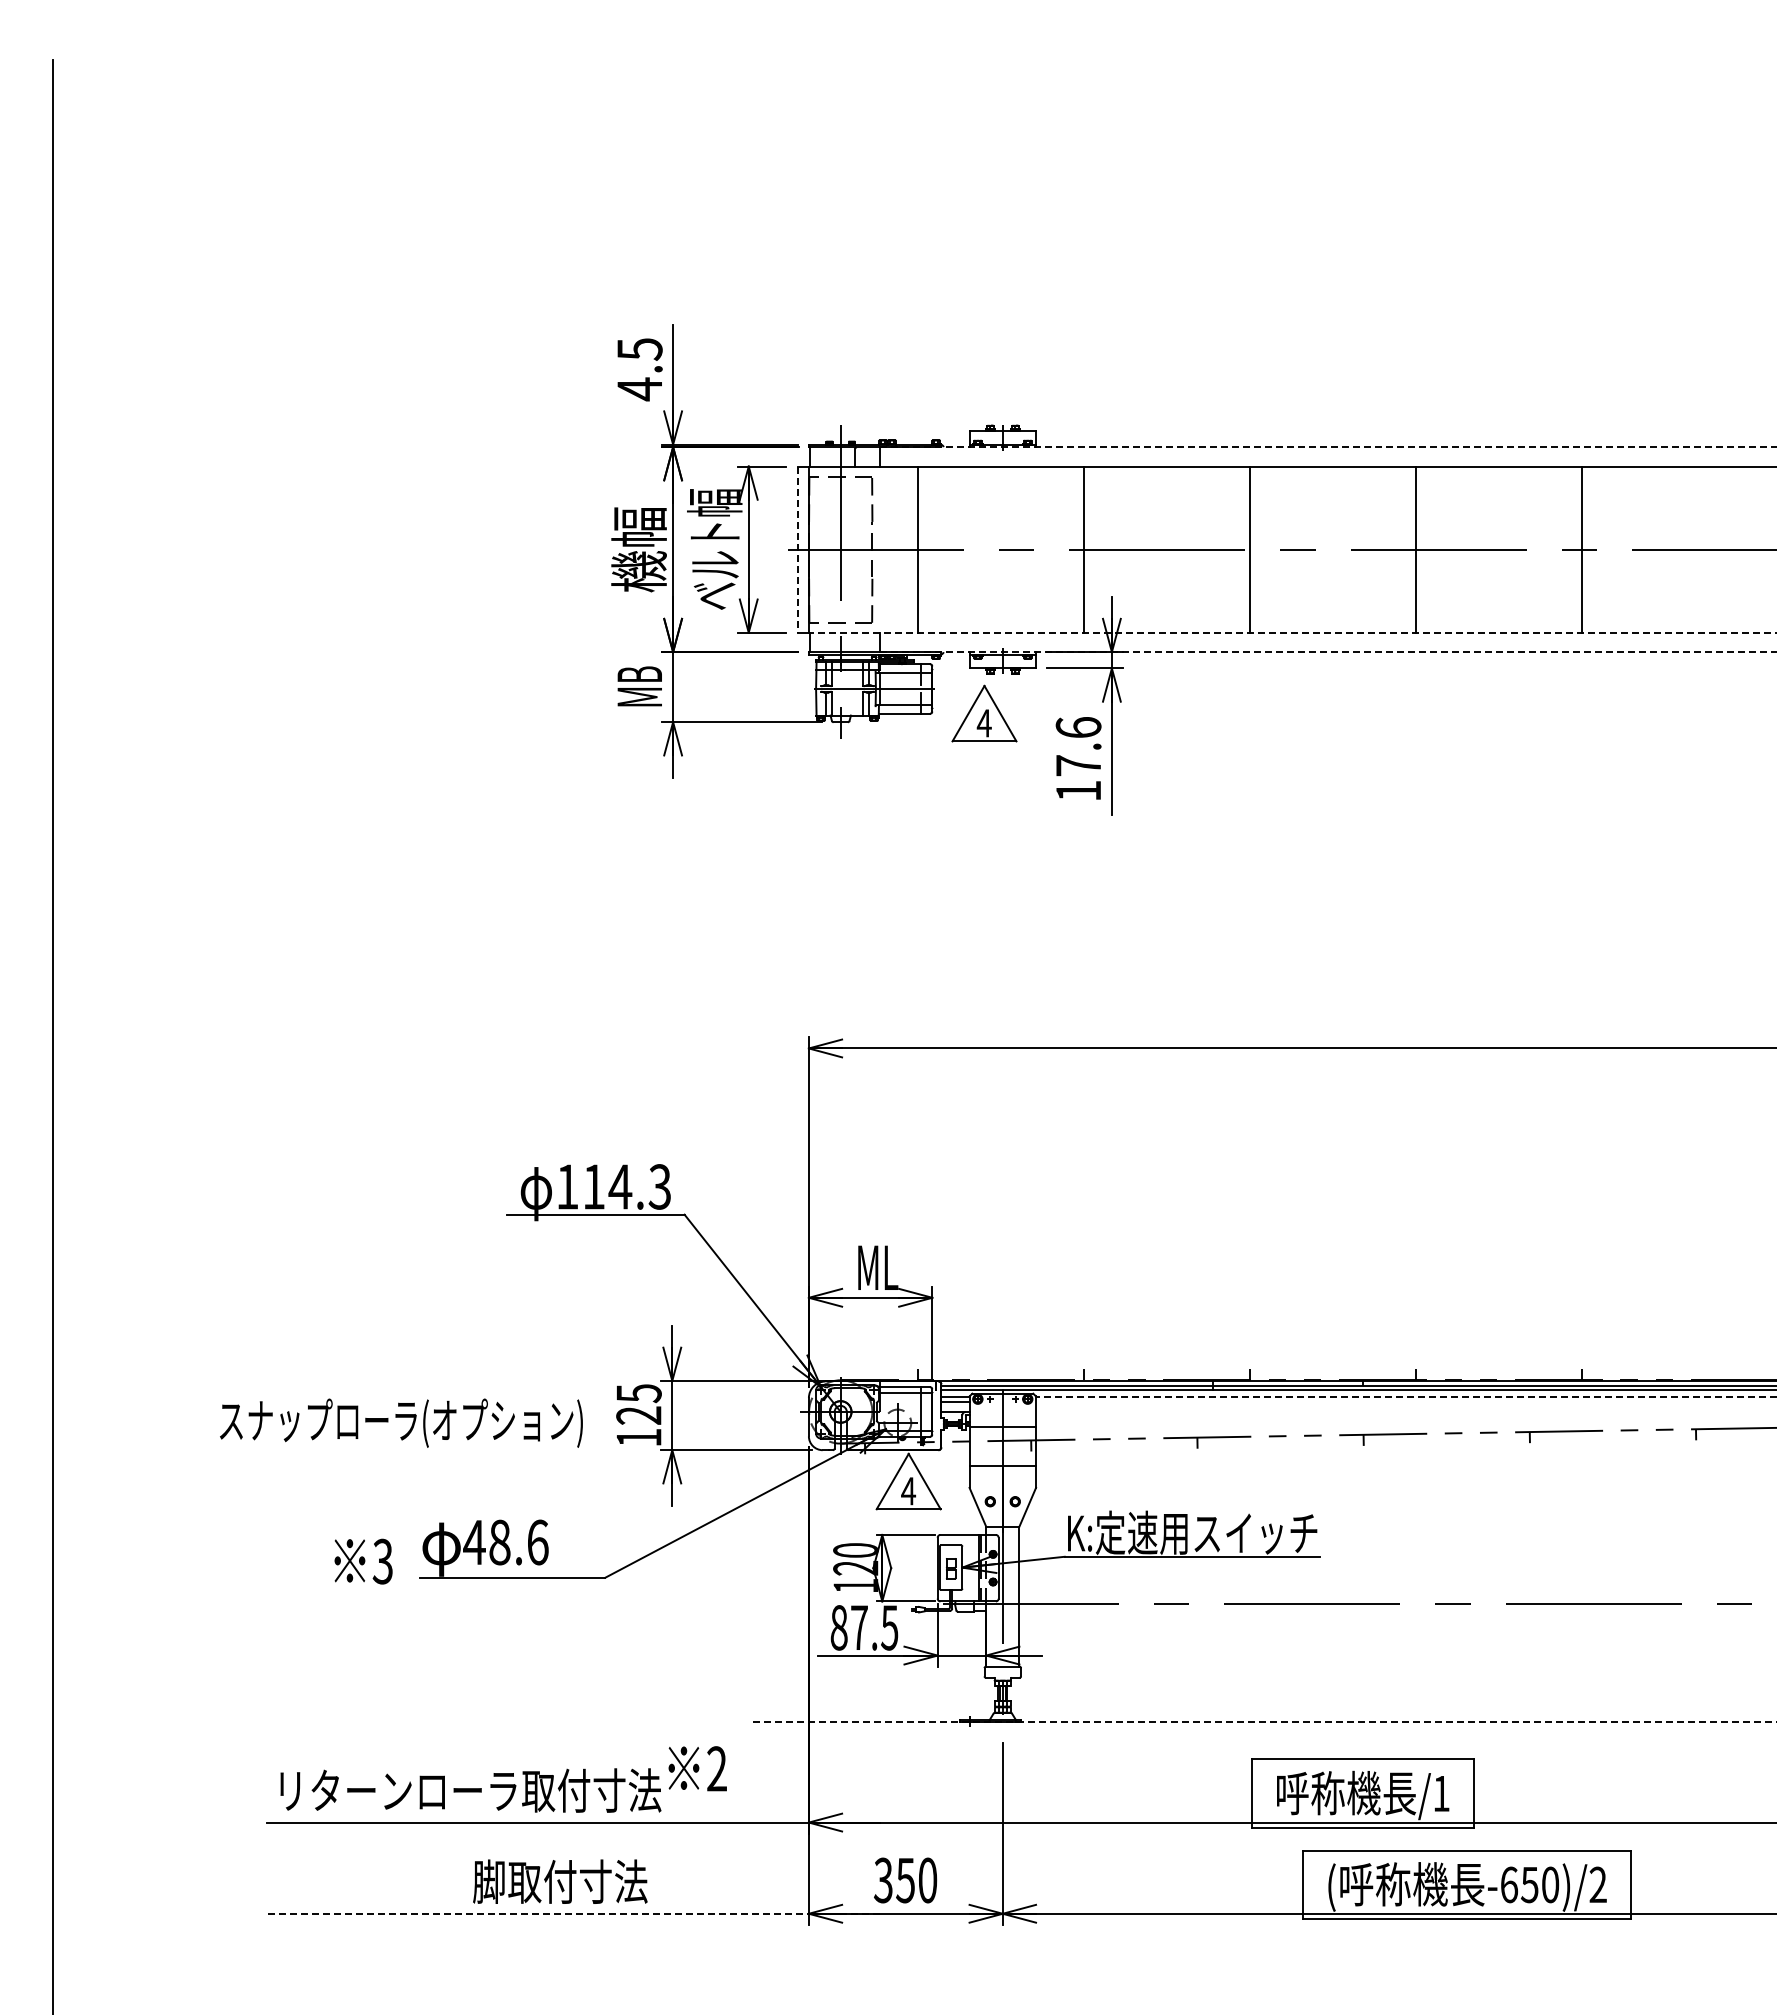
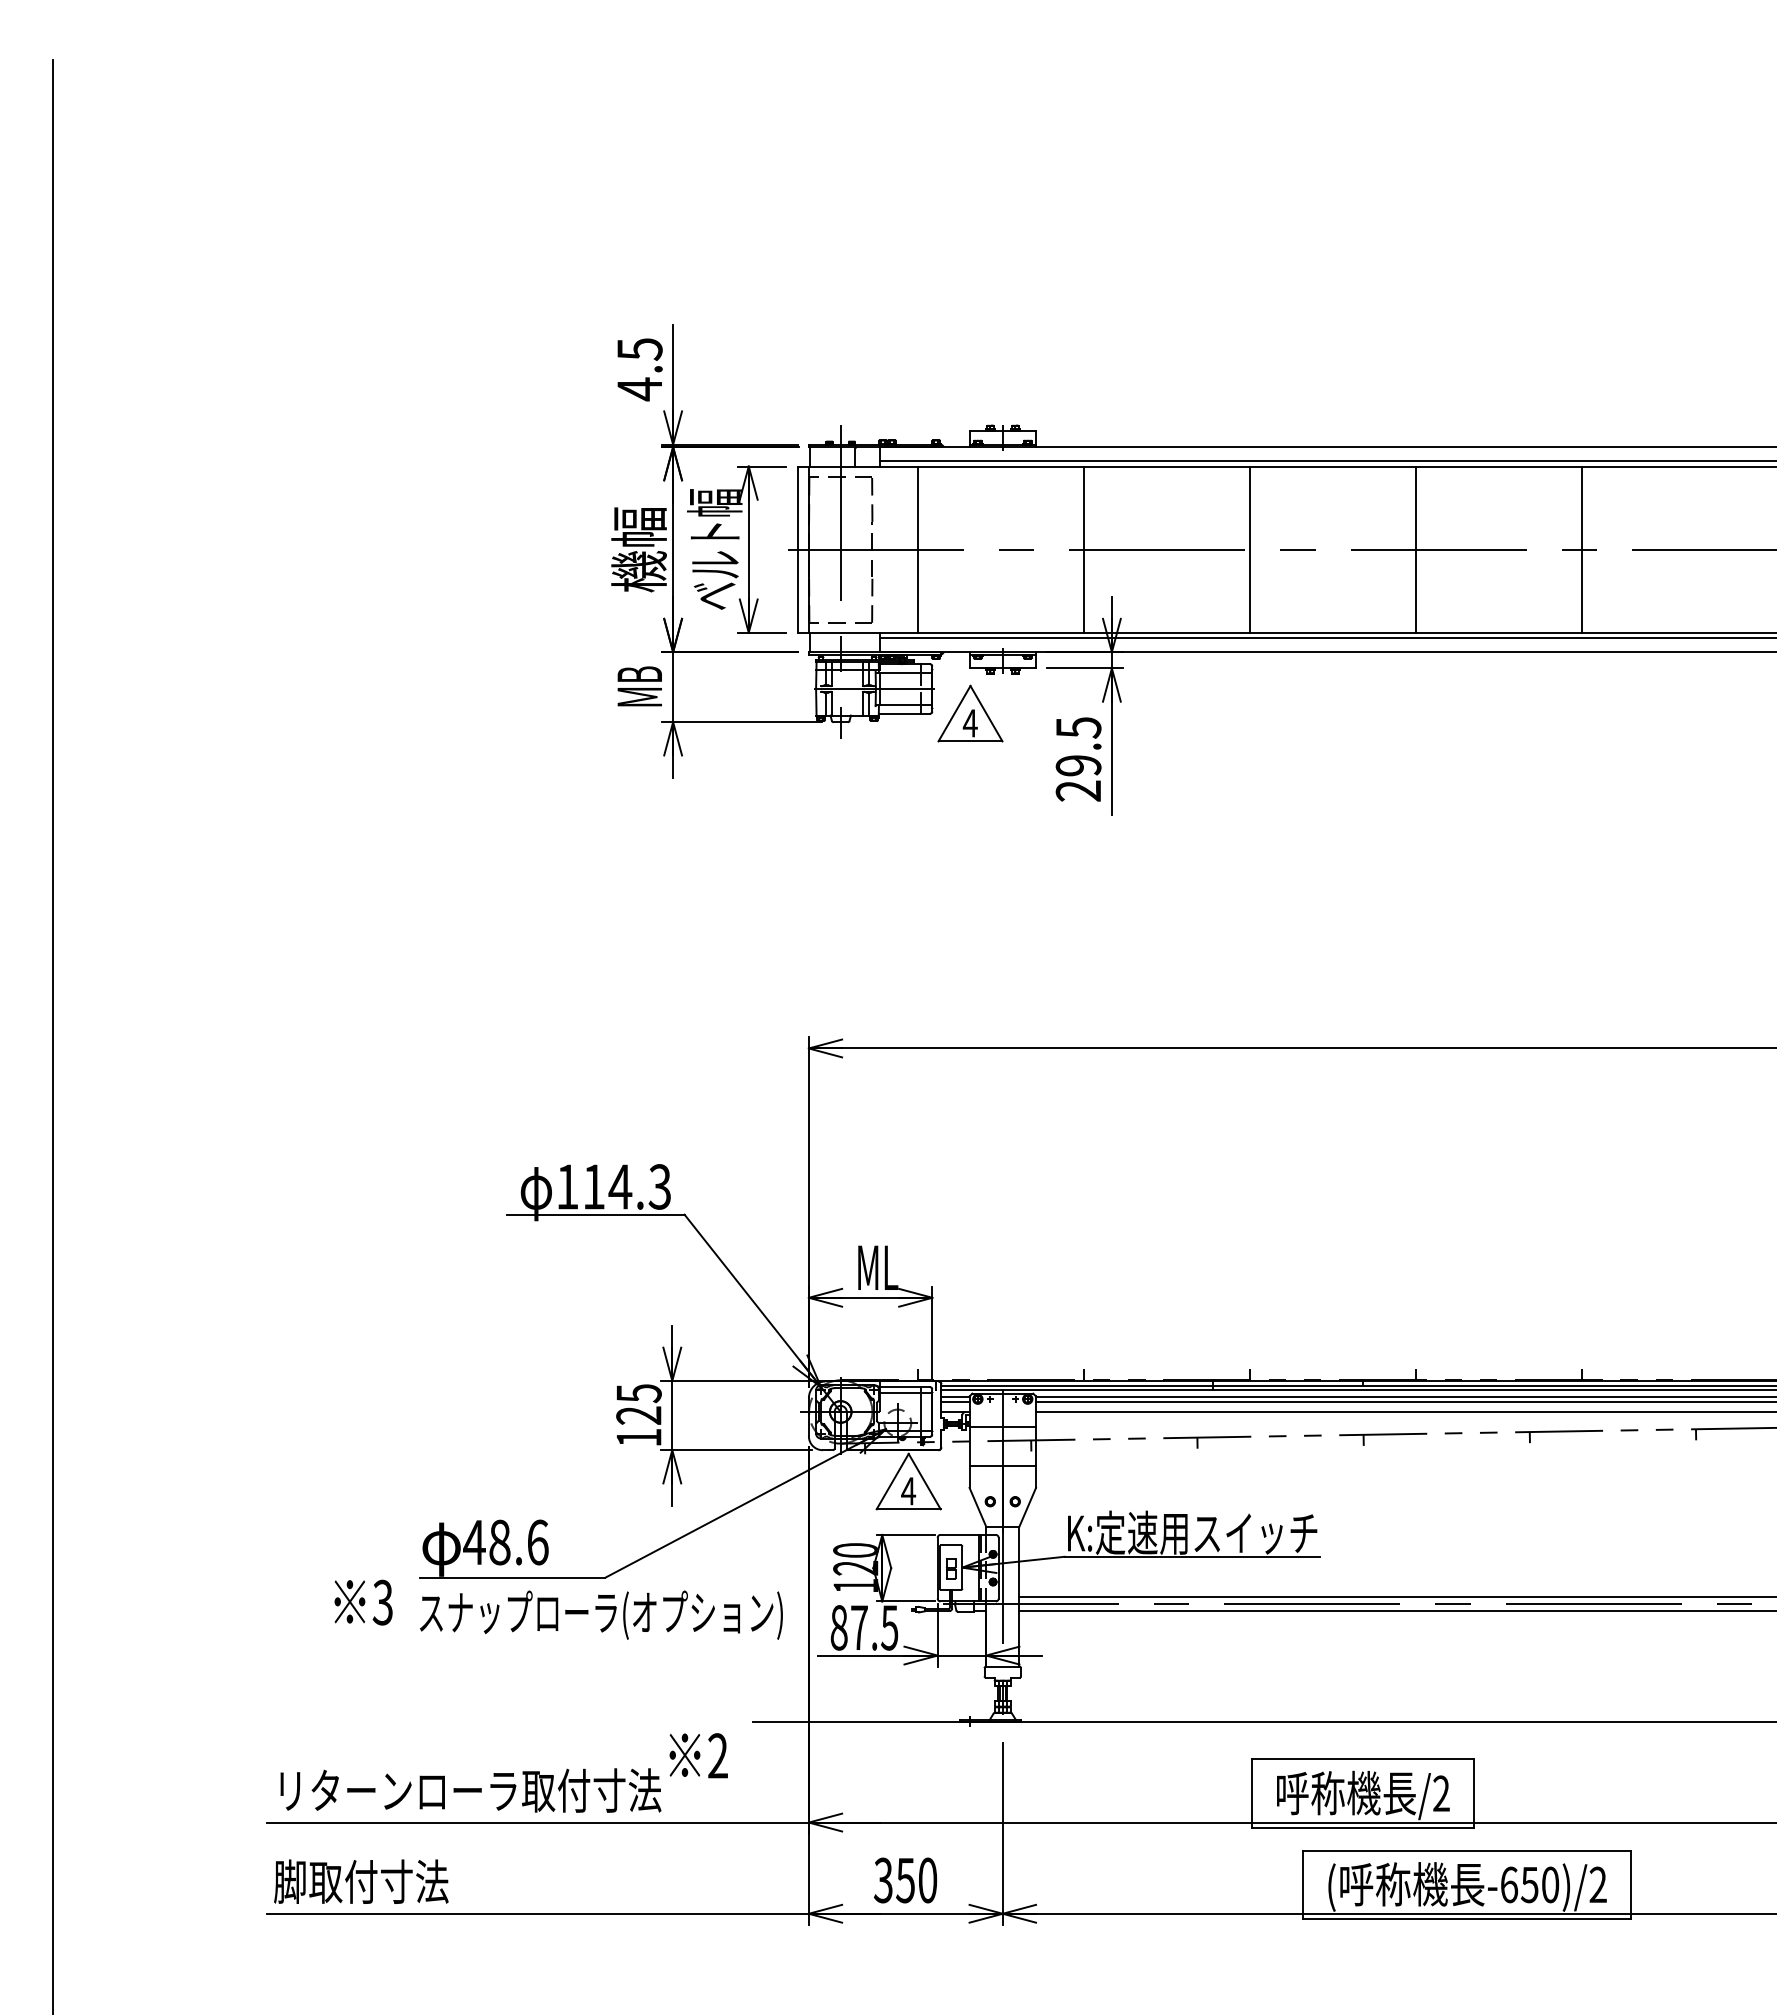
line at (1328, 447): dashed -> solid
line at (1326, 460): none -> present
line at (797, 550): dashed -> solid
line at (1292, 632): dashed -> solid
line at (1326, 638): none -> present
line at (1328, 652): dashed -> solid
part at (984, 713) position: (984, 713) -> (970, 713)
text at (1078, 759): 17.6 -> 29.5
line at (1405, 1396): dashed -> solid
line at (1404, 1401): none -> present
line at (1404, 1411): none -> present
text at (401, 1422) position: (401, 1422) -> (601, 1614)
text at (363, 1561) position: (363, 1561) -> (363, 1602)
line at (1396, 1597): none -> present
line at (1396, 1611): none -> present
line at (1264, 1722): dashed -> solid
text at (697, 1768) position: (697, 1768) -> (698, 1755)
text at (1441, 1793): /1 -> /2
text at (560, 1881) position: (560, 1881) -> (361, 1881)
line at (573, 1913): dashed -> solid
